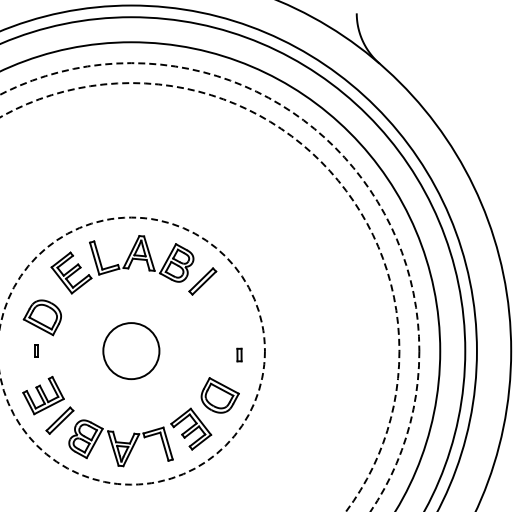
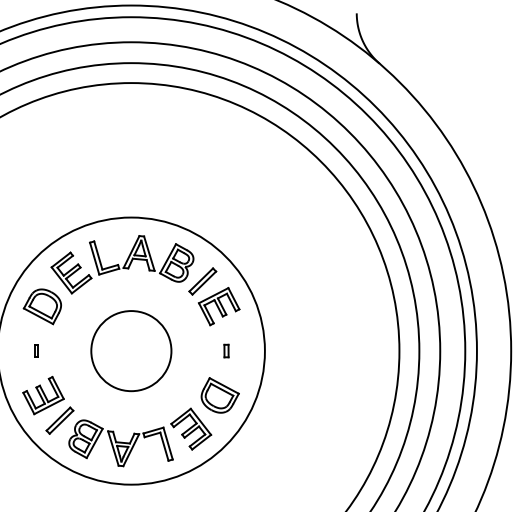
circle at (209, 287): dashed -> solid
circle at (199, 297): dashed -> solid
part at (218, 306): none -> present
part at (41, 317) position: (41, 317) -> (41, 306)
circle at (132, 350): dashed -> solid
circle at (131, 351) diameter: 56 px -> 80 px
part at (239, 354) position: (239, 354) -> (226, 350)
